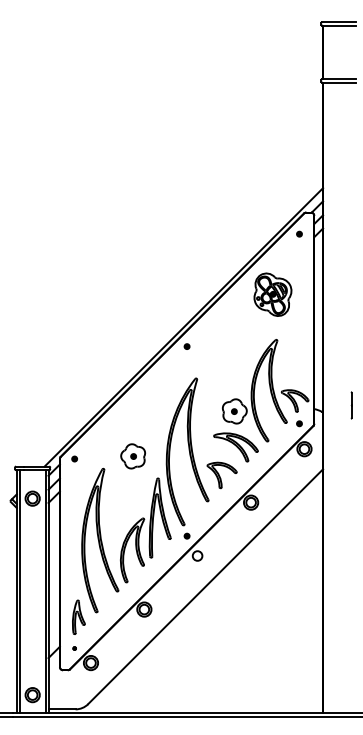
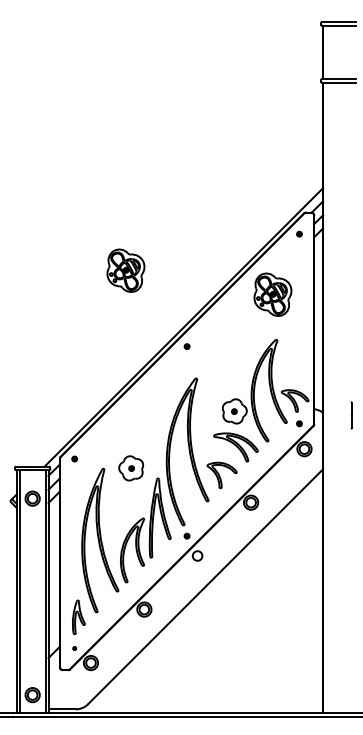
part at (125, 270): none -> present
line at (351, 405) position: (351, 405) -> (351, 415)
part at (132, 456) position: (132, 456) -> (130, 468)
